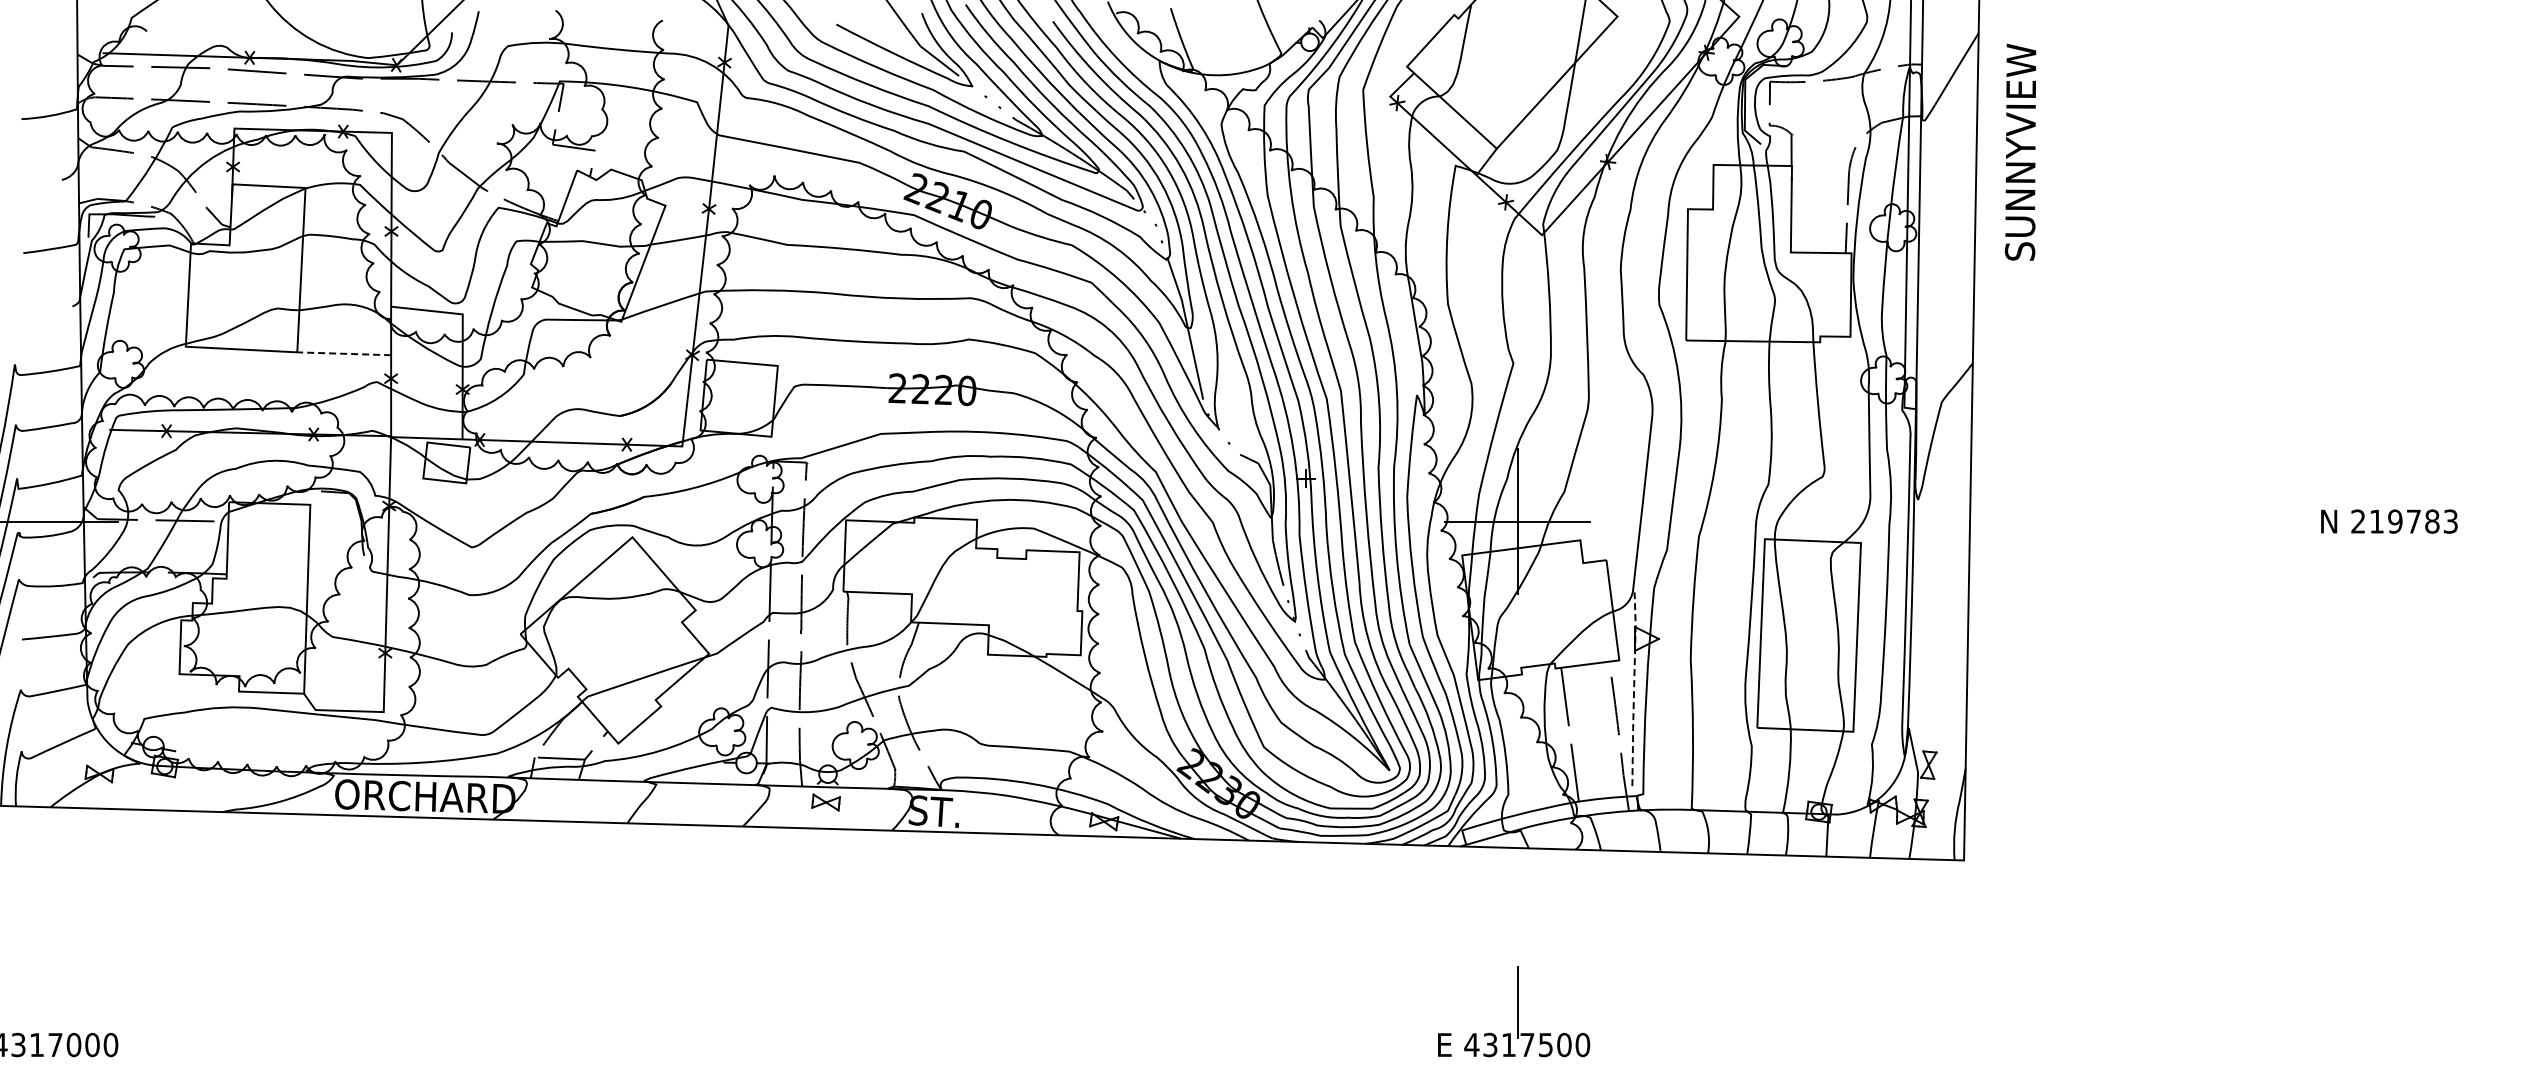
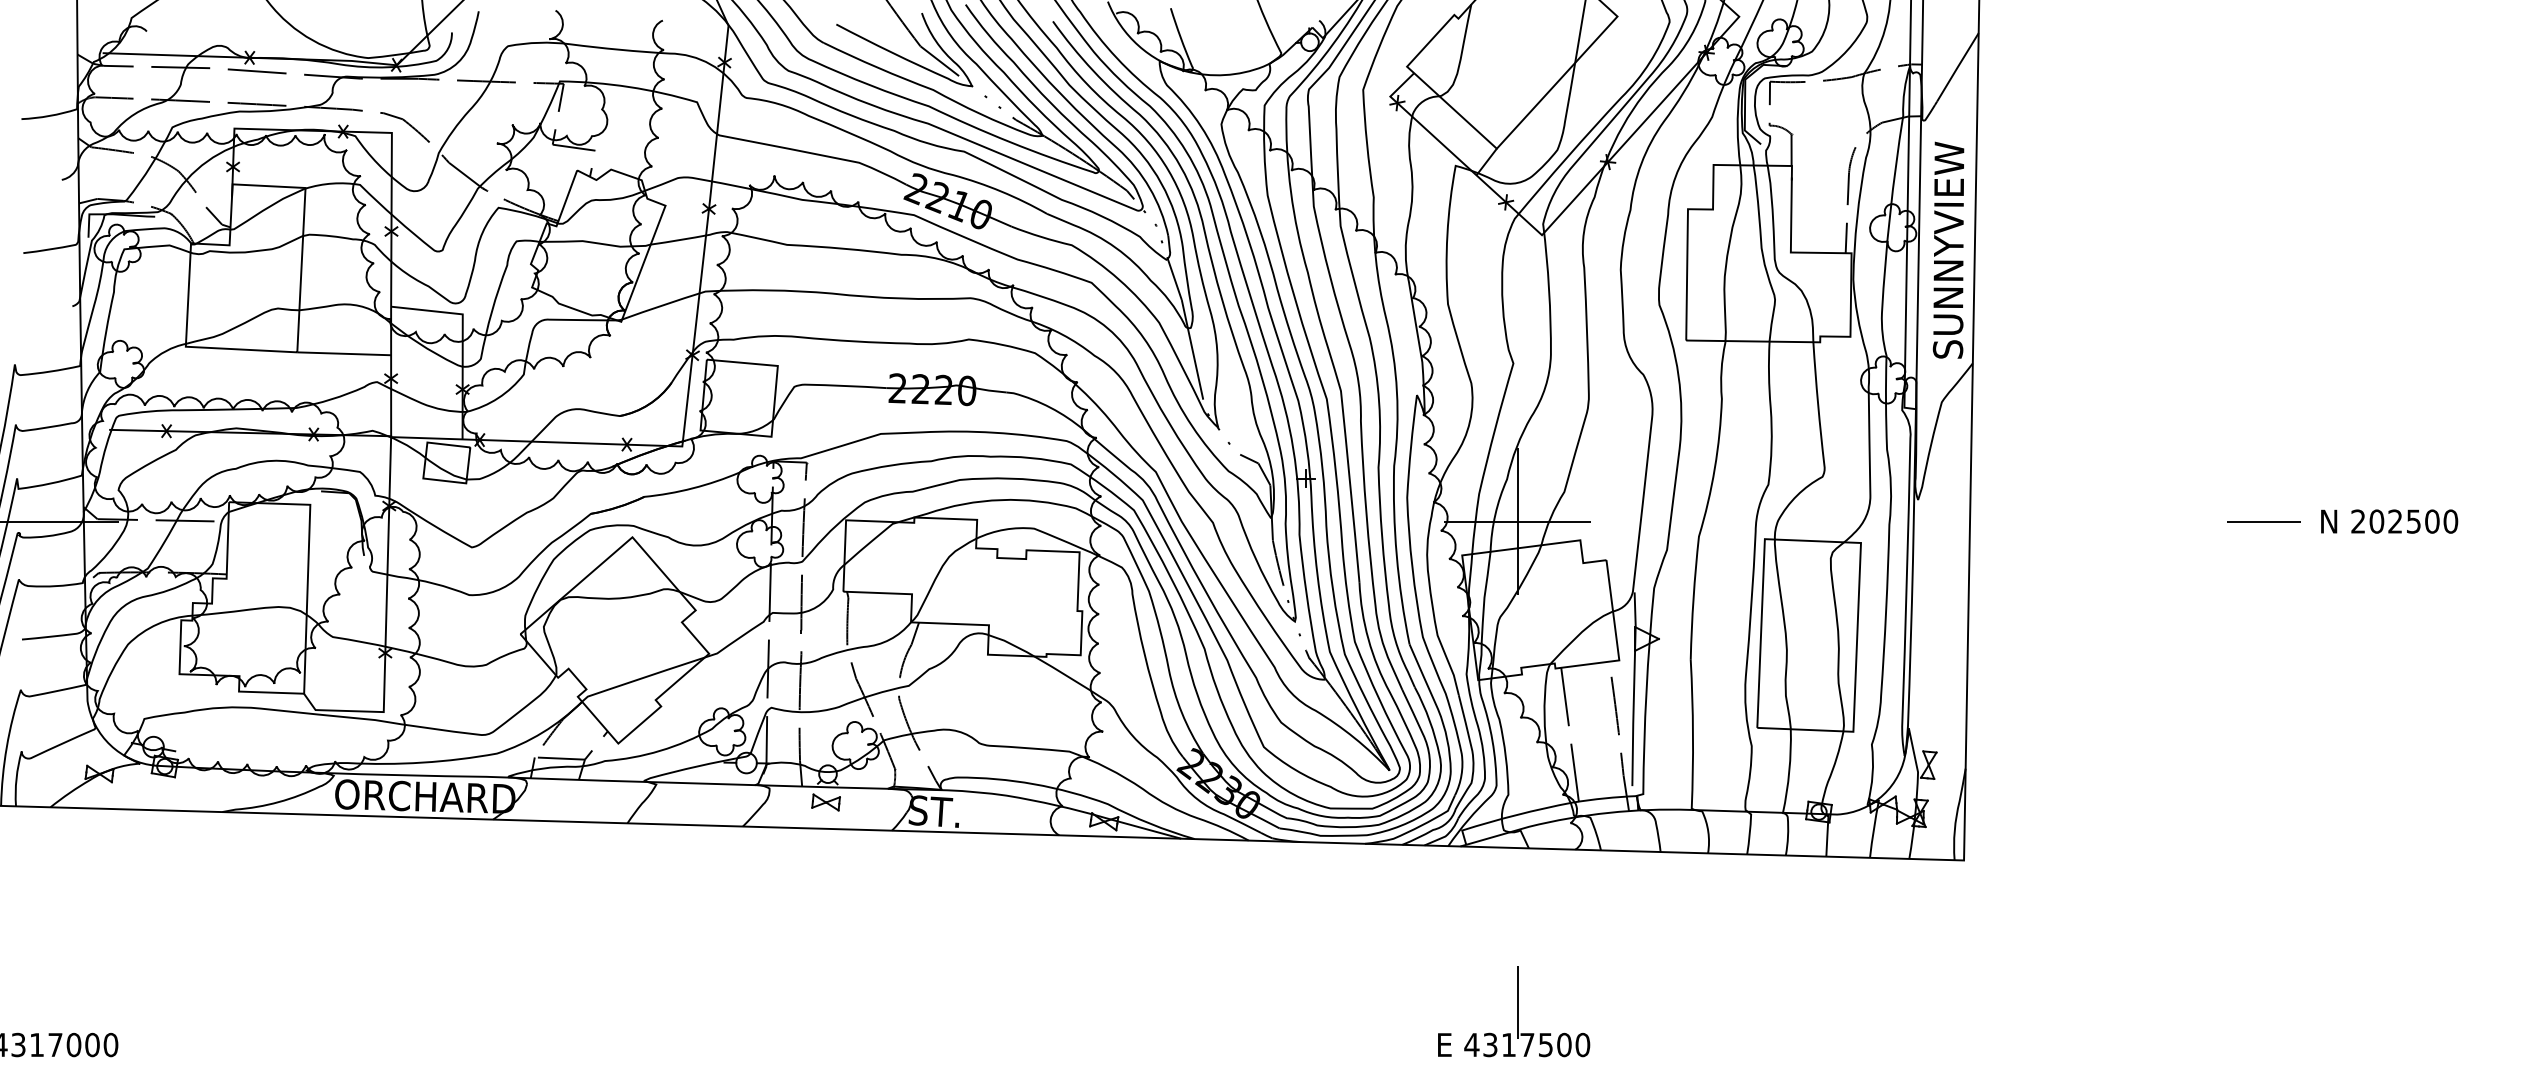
text at (2020, 151) position: (2020, 151) -> (1948, 249)
line at (344, 353): dashed -> solid
line at (2263, 521): none -> present
text at (2413, 521): 219783 -> 202500
line at (1634, 688): dashed -> solid
